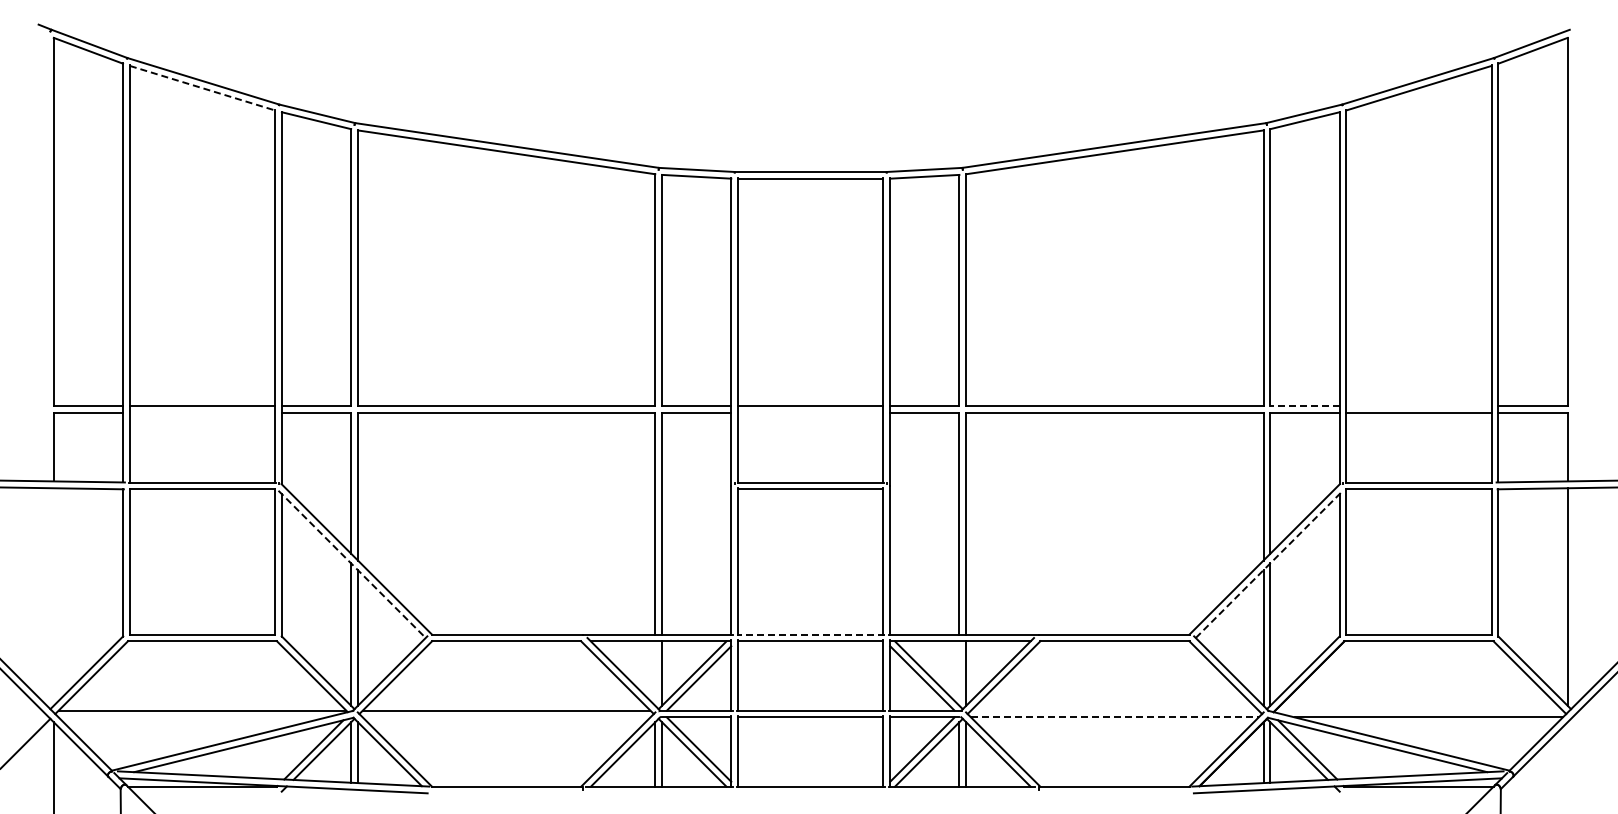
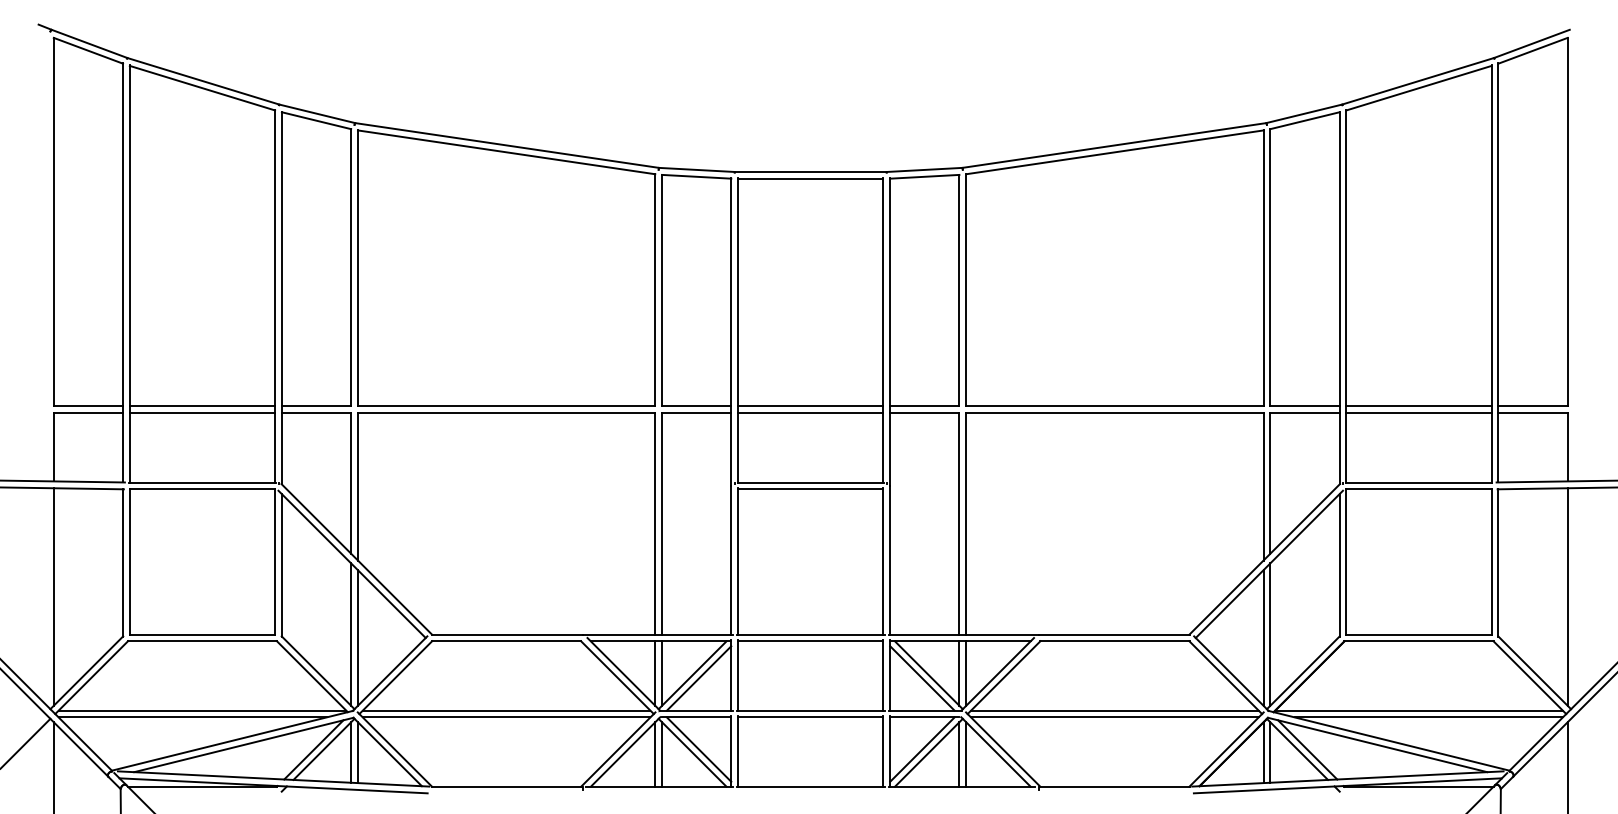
line at (202, 88): dashed -> solid
line at (1304, 406): dashed -> solid
line at (1418, 406): none -> present
line at (202, 413): none -> present
line at (810, 413): none -> present
line at (352, 564): dashed -> solid
line at (1269, 564): dashed -> solid
line at (53, 596): none -> present
line at (810, 634): dashed -> solid
line at (655, 673): none -> present
line at (959, 673): none -> present
line at (1114, 710): none -> present
line at (1418, 710): none -> present
line at (192, 717): none -> present
line at (506, 717): none -> present
line at (1114, 717): dashed -> solid
line at (1567, 766): none -> present
